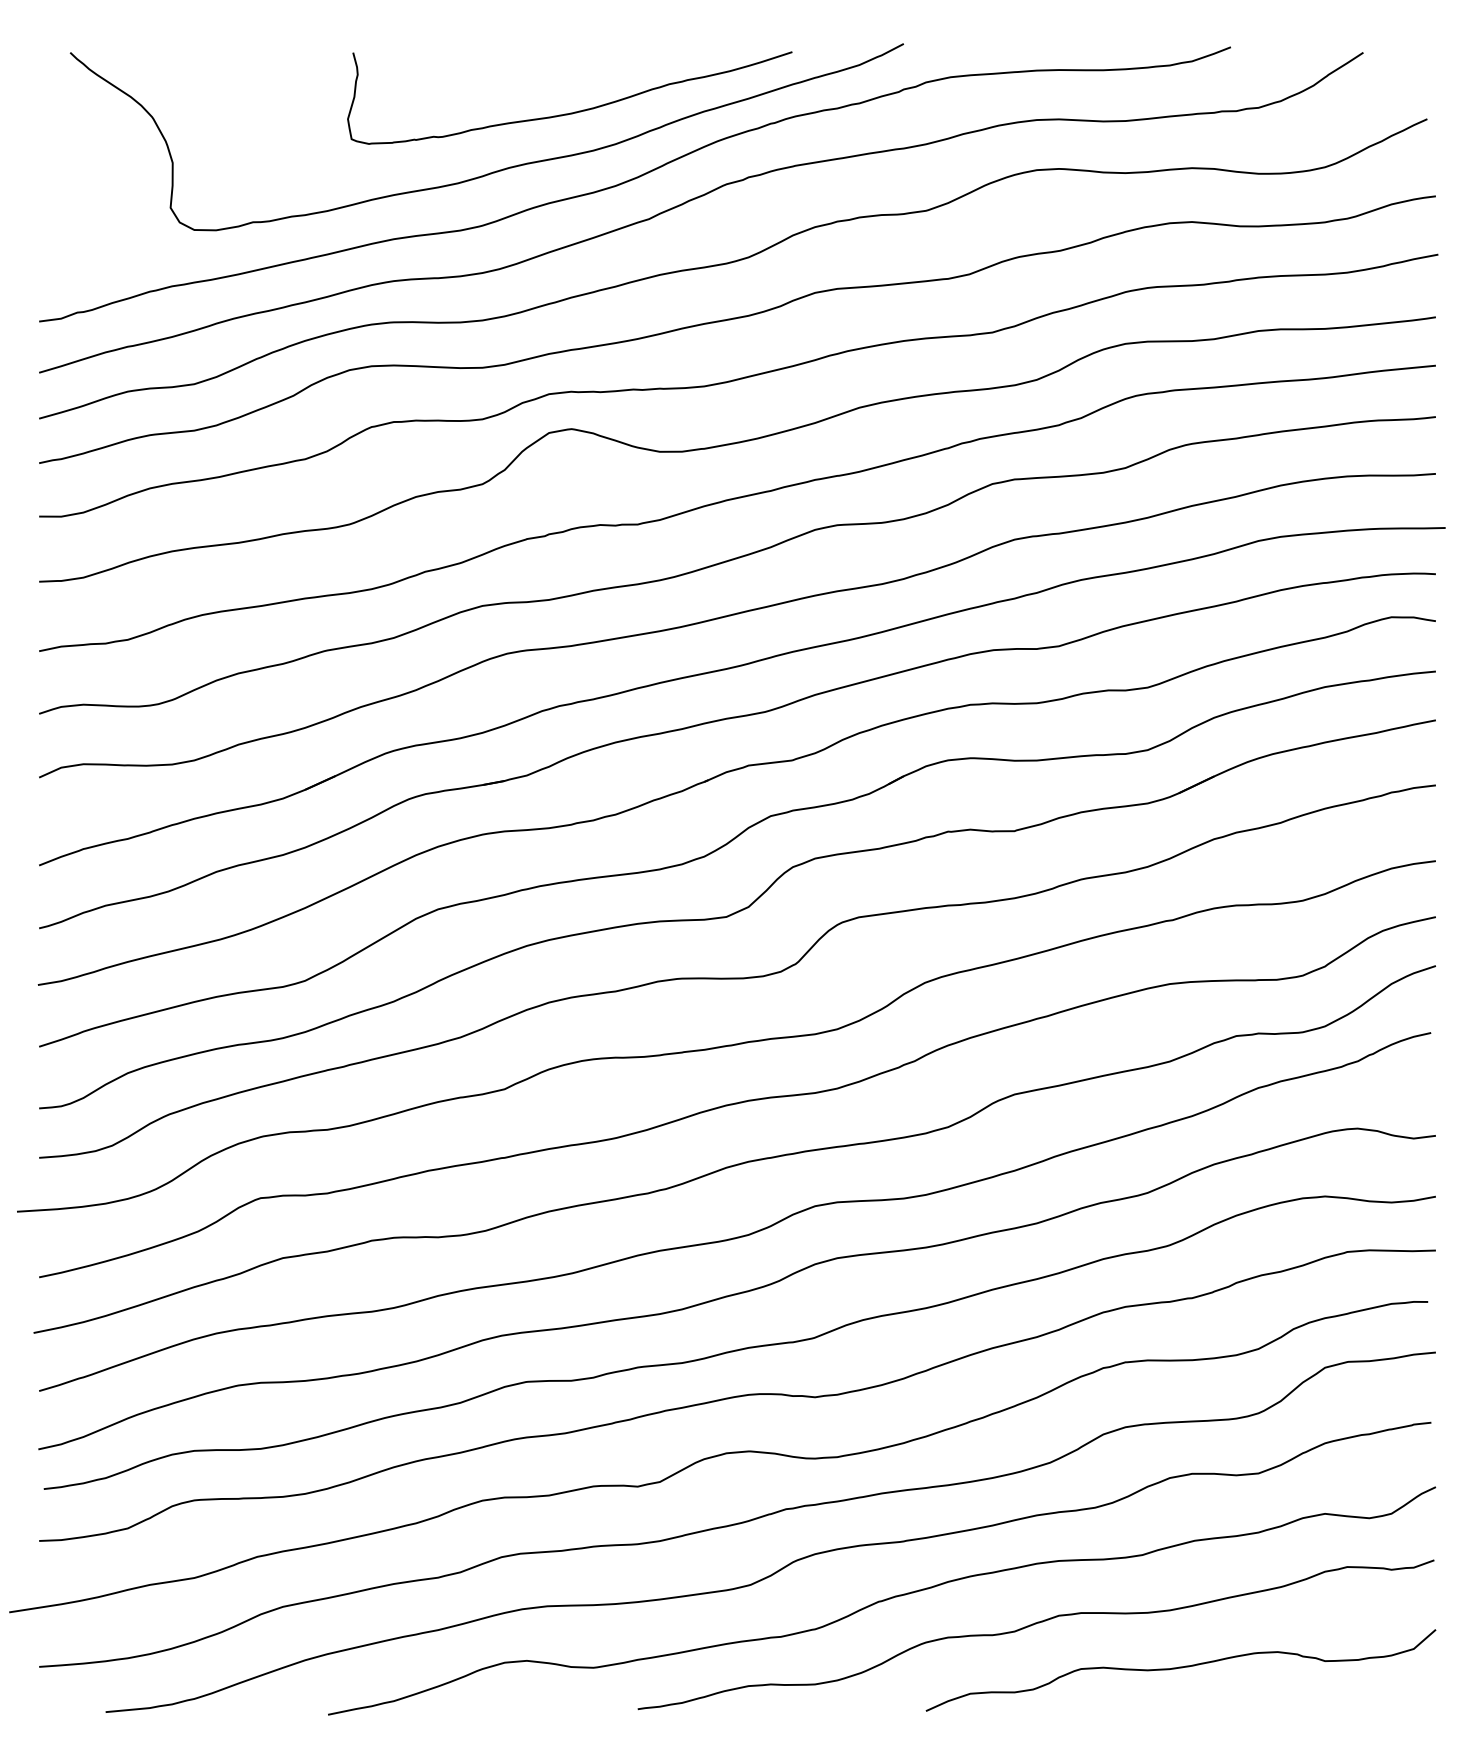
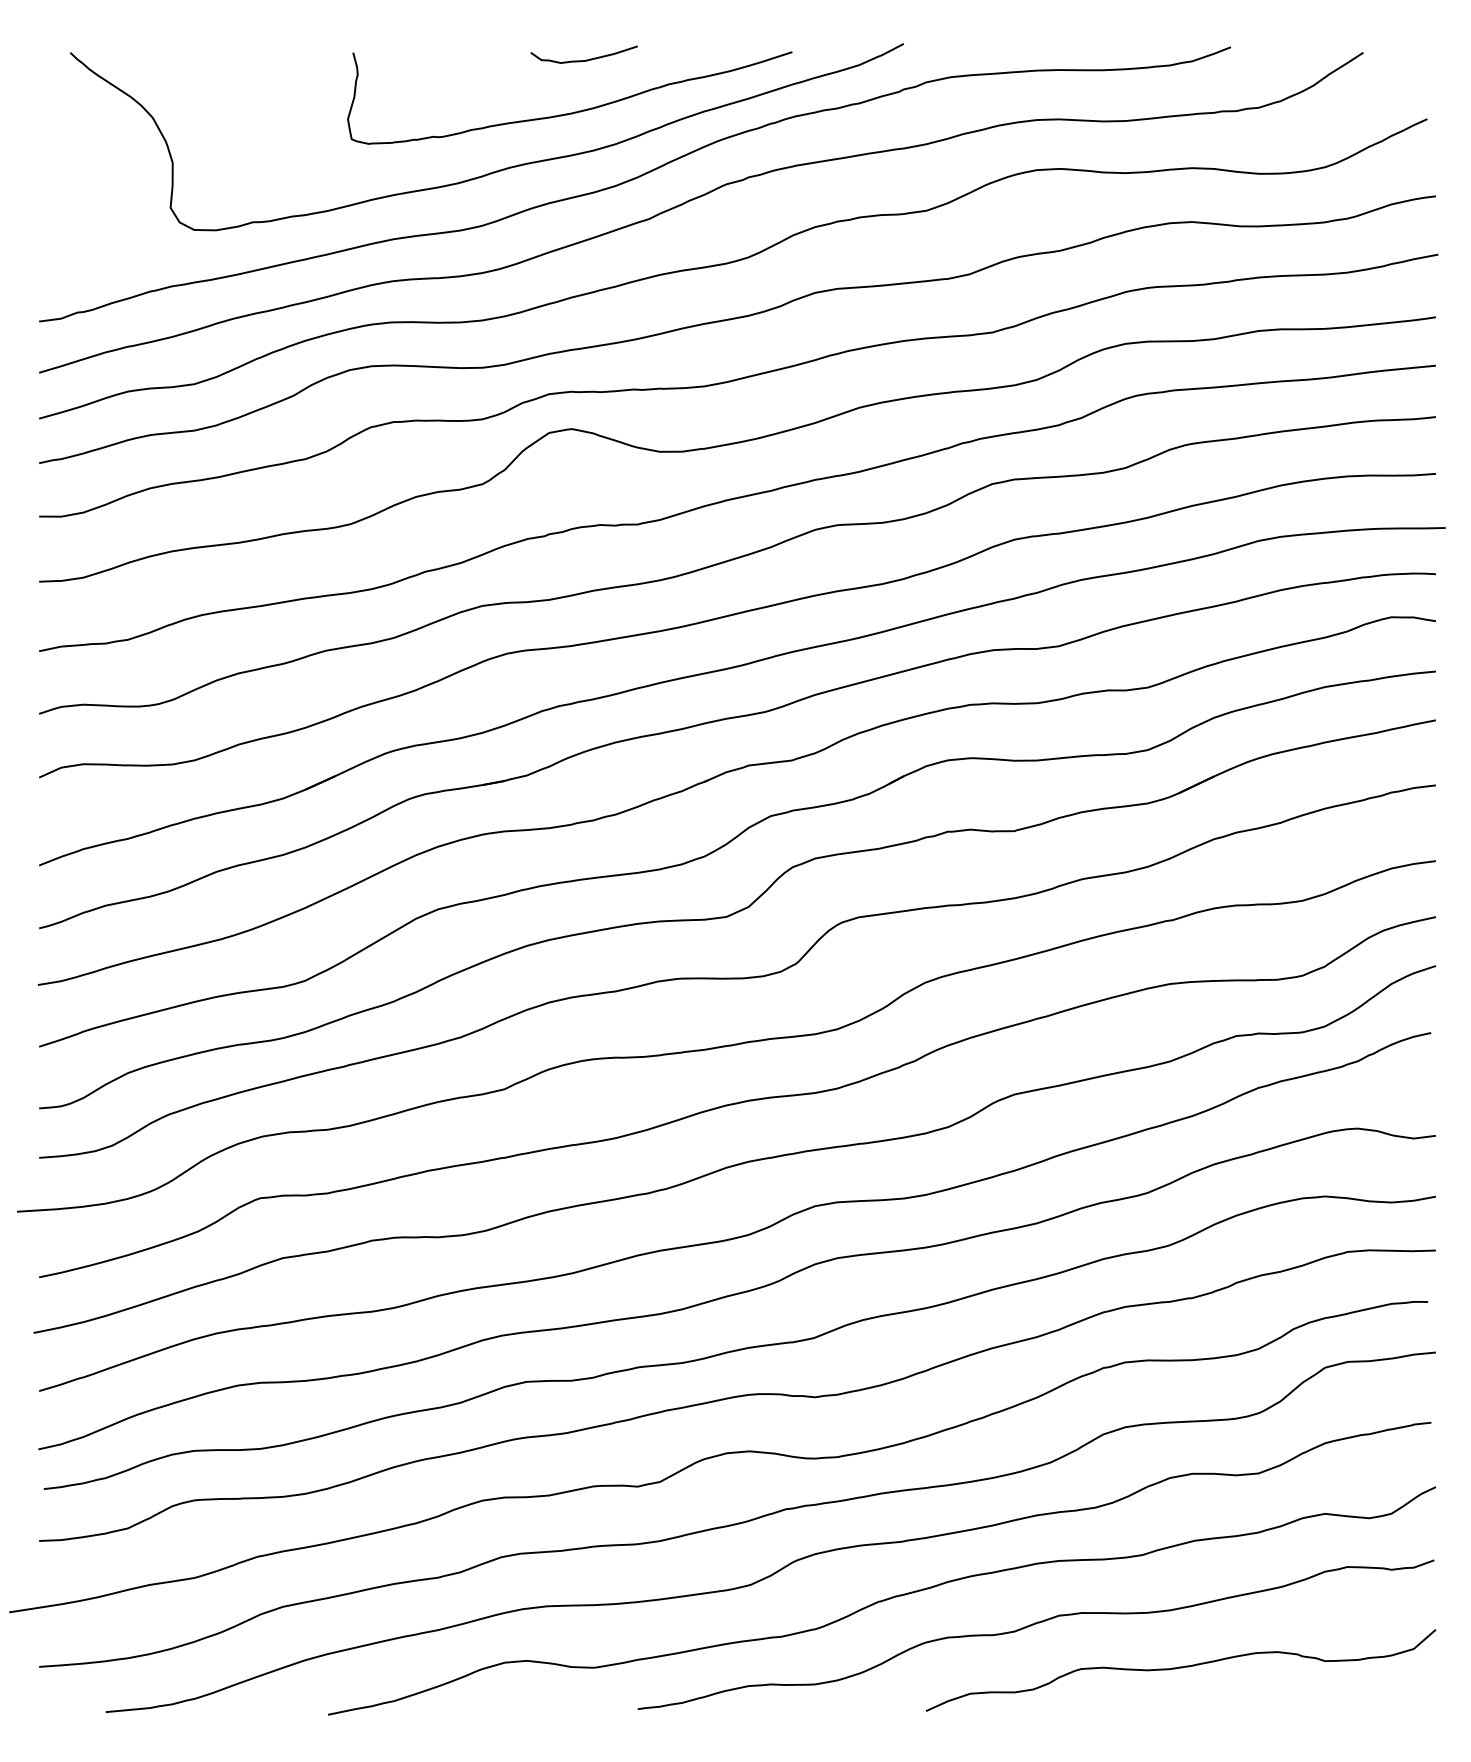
curve at (585, 59): none -> present
